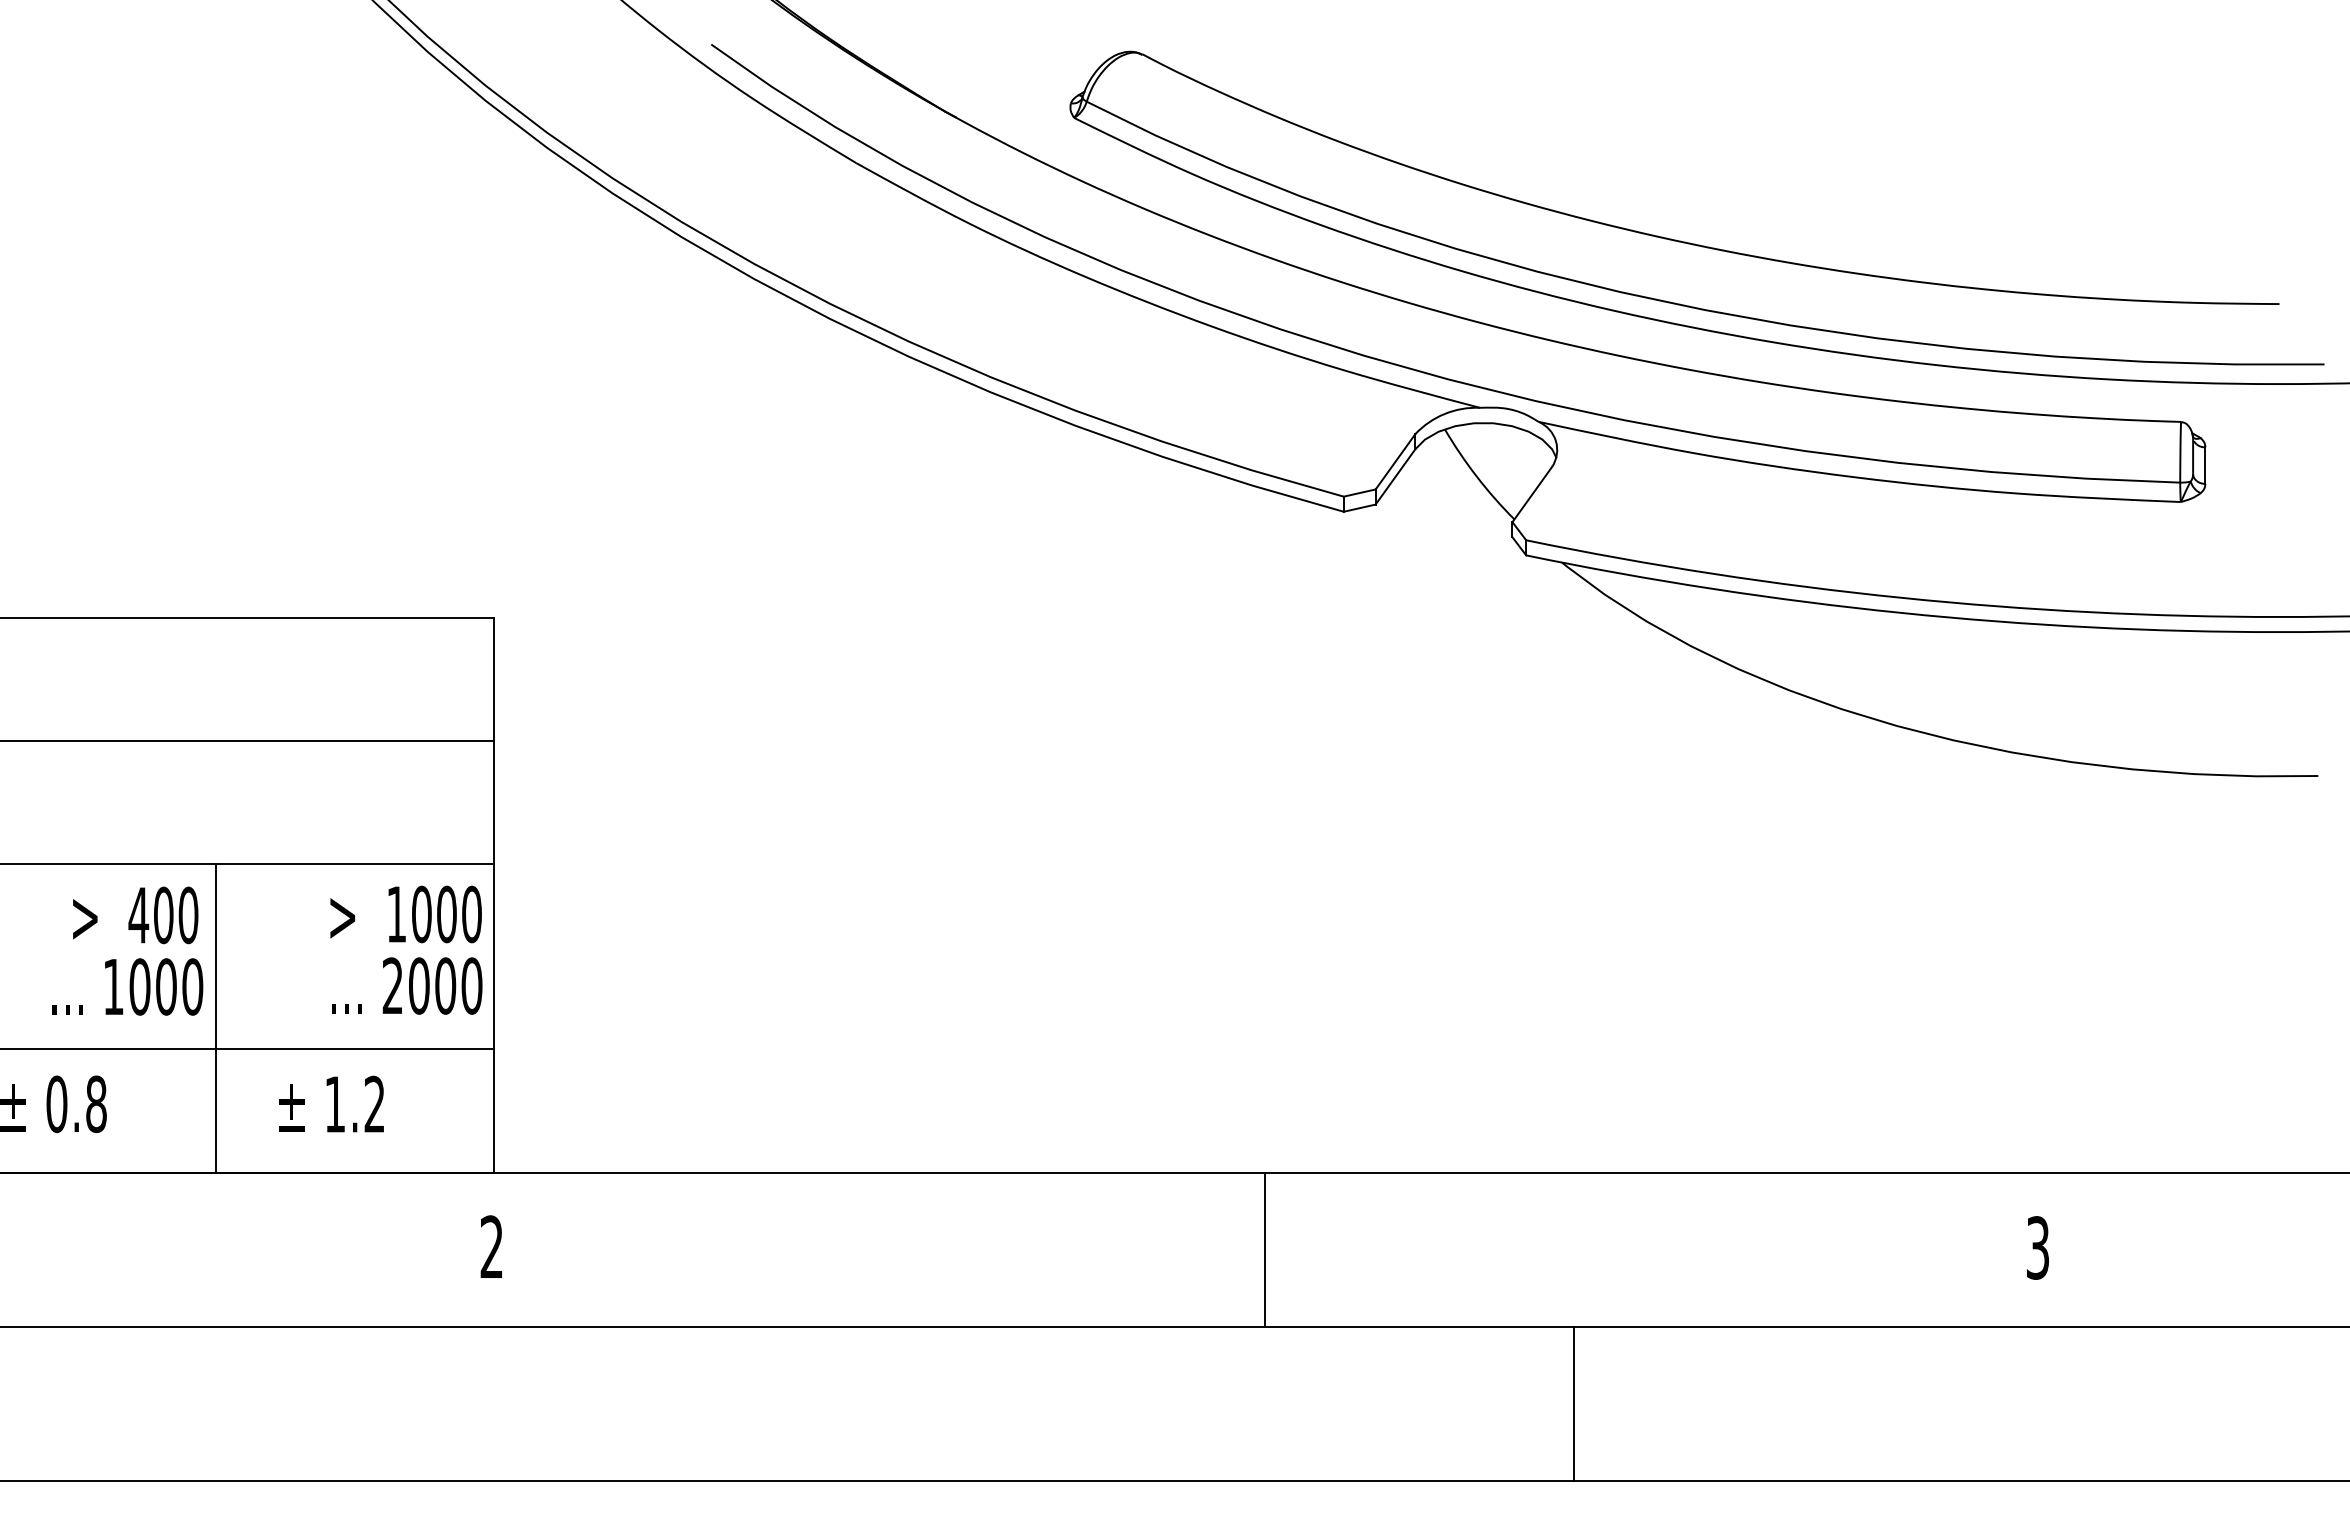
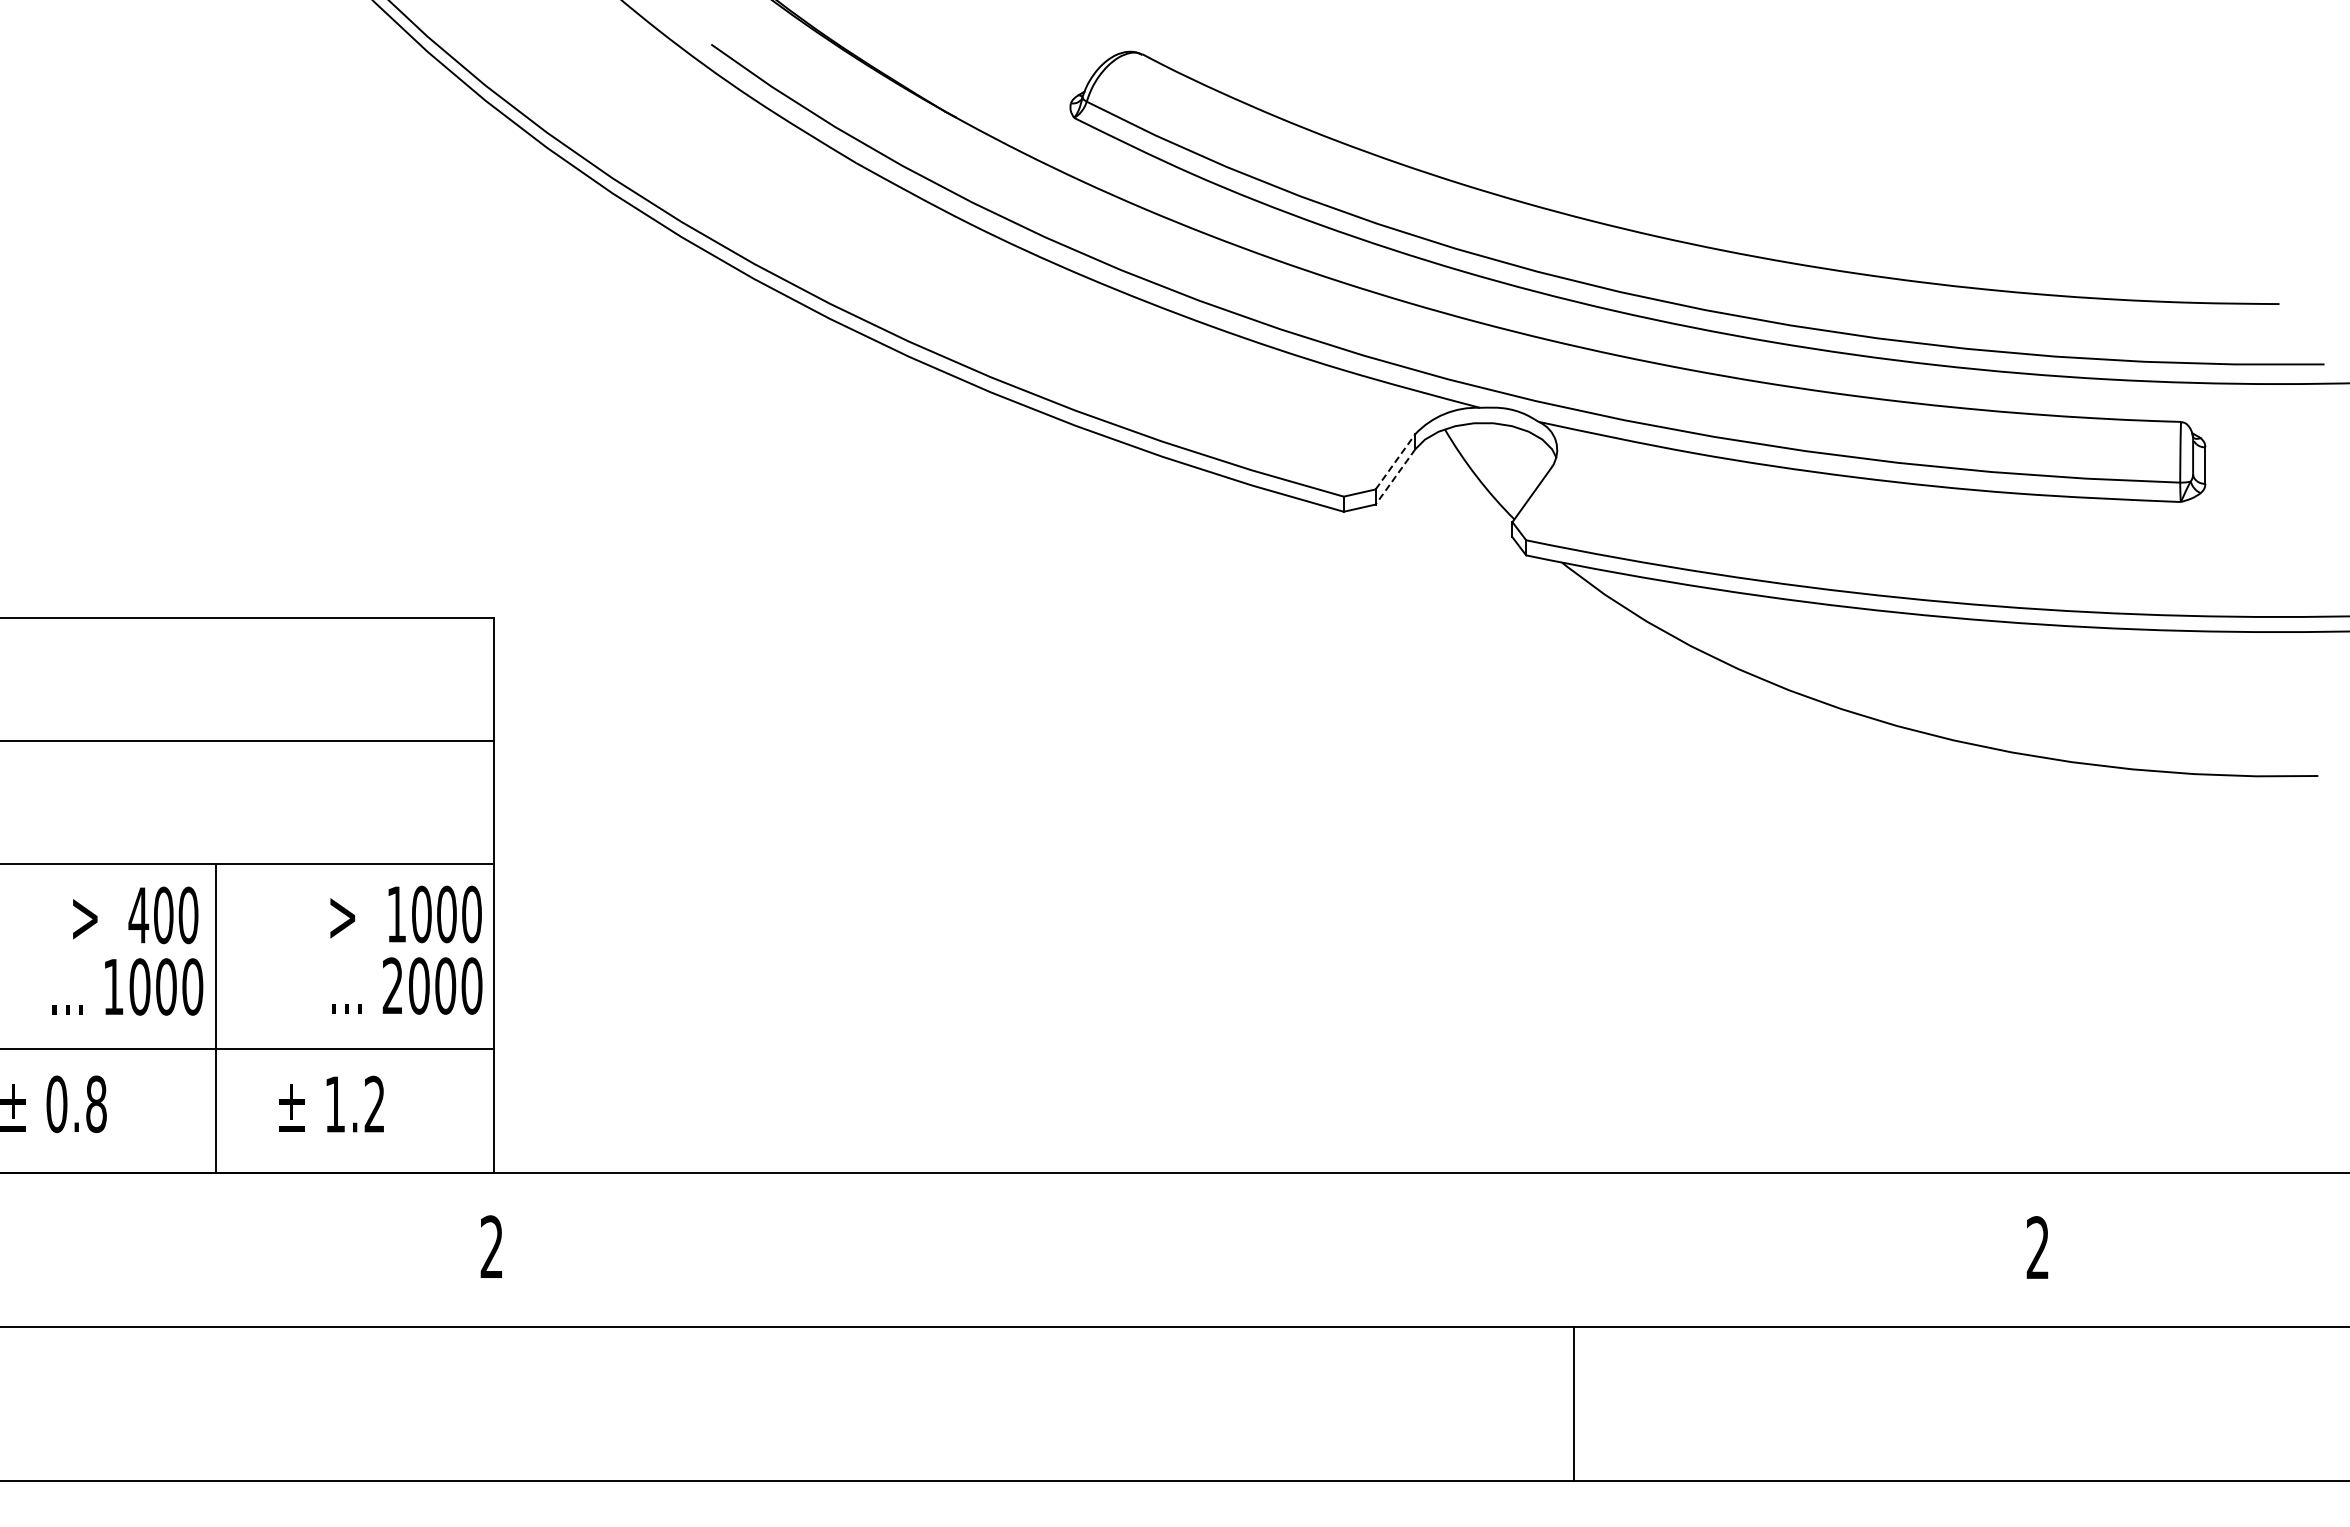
line at (1395, 461): solid -> dashed
line at (1395, 477): solid -> dashed
text at (2037, 1247): 3 -> 2
line at (1265, 1249): present -> none
